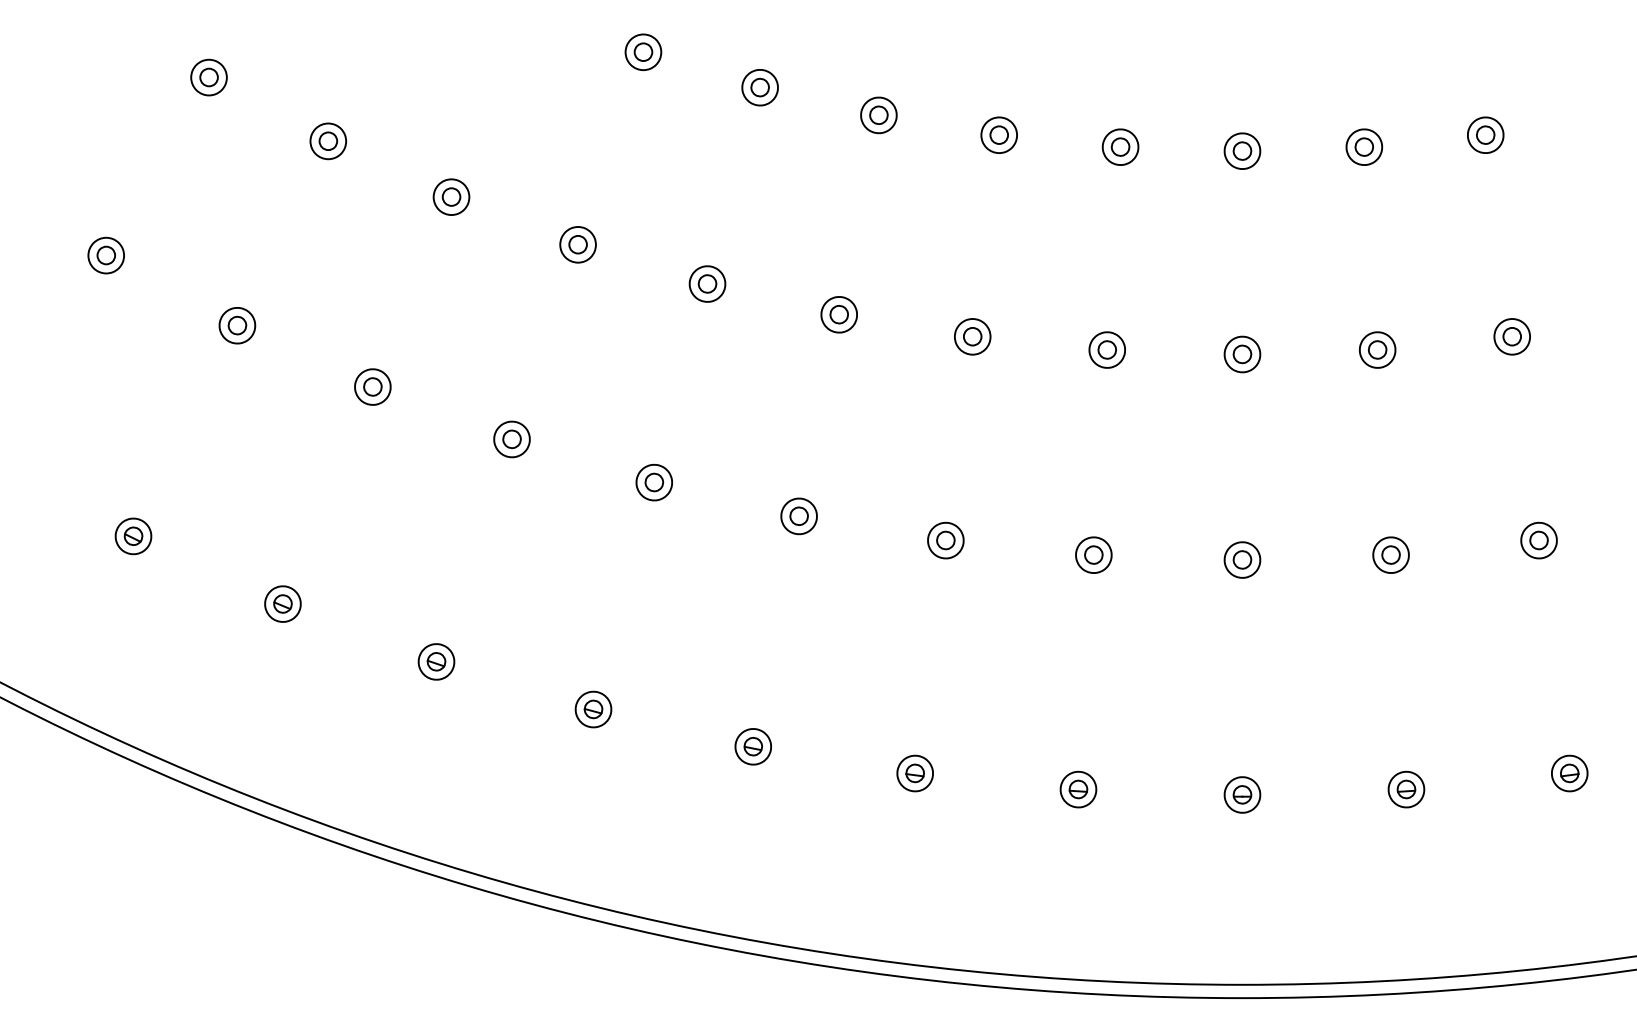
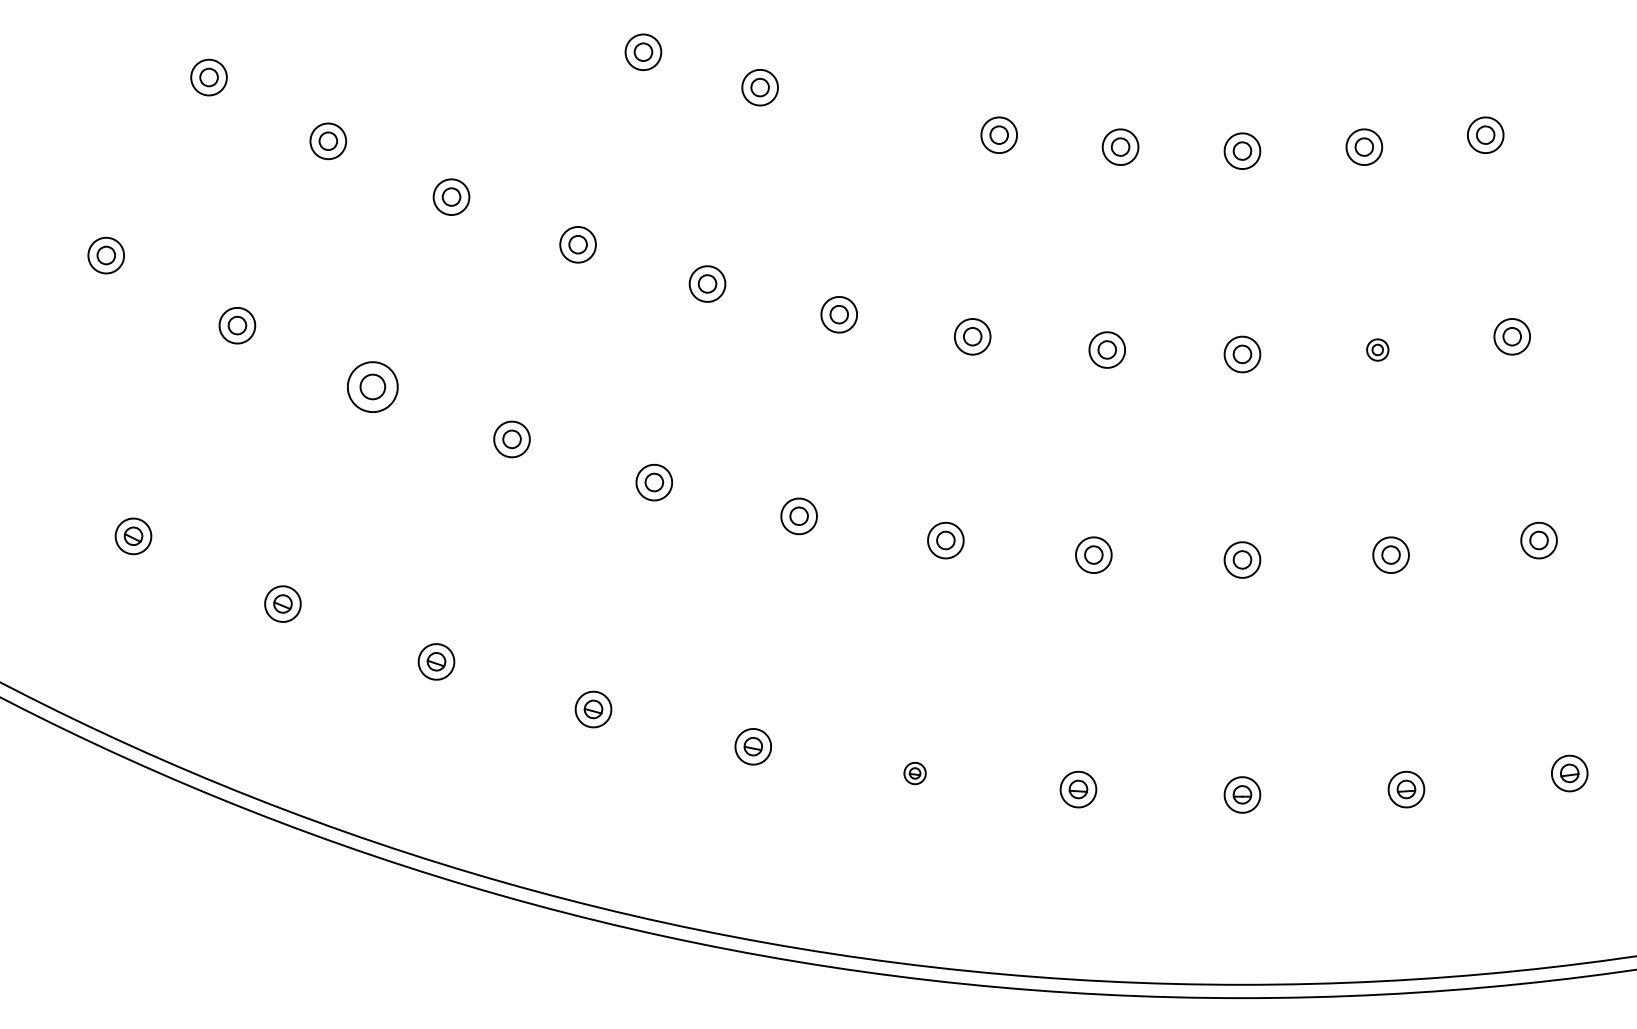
part at (878, 115): present -> none
part at (1377, 349) size: 38x38 px -> 24x24 px
part at (372, 386) size: 38x38 px -> 52x52 px
part at (914, 773) size: 38x39 px -> 24x24 px
